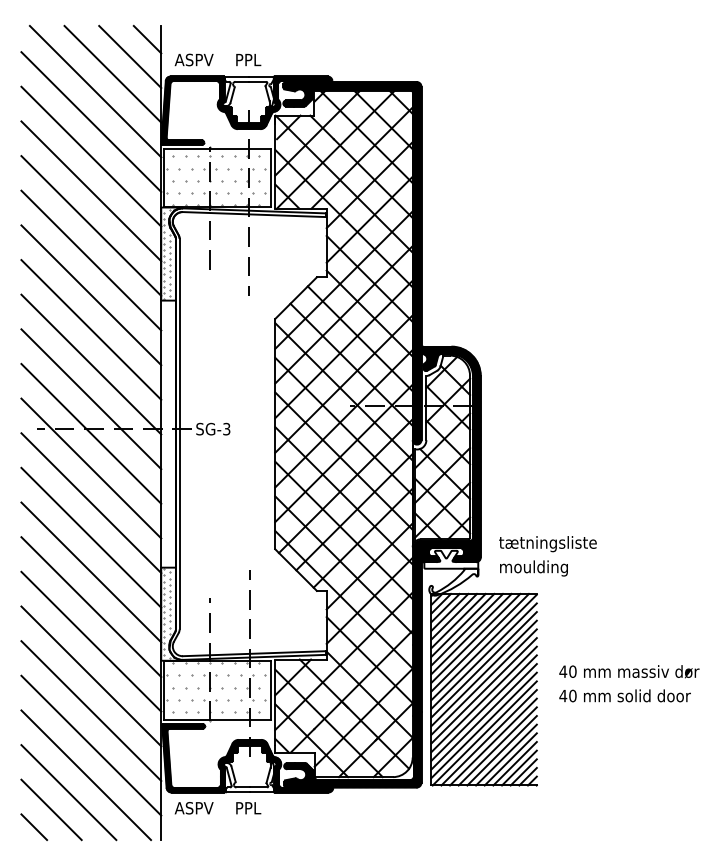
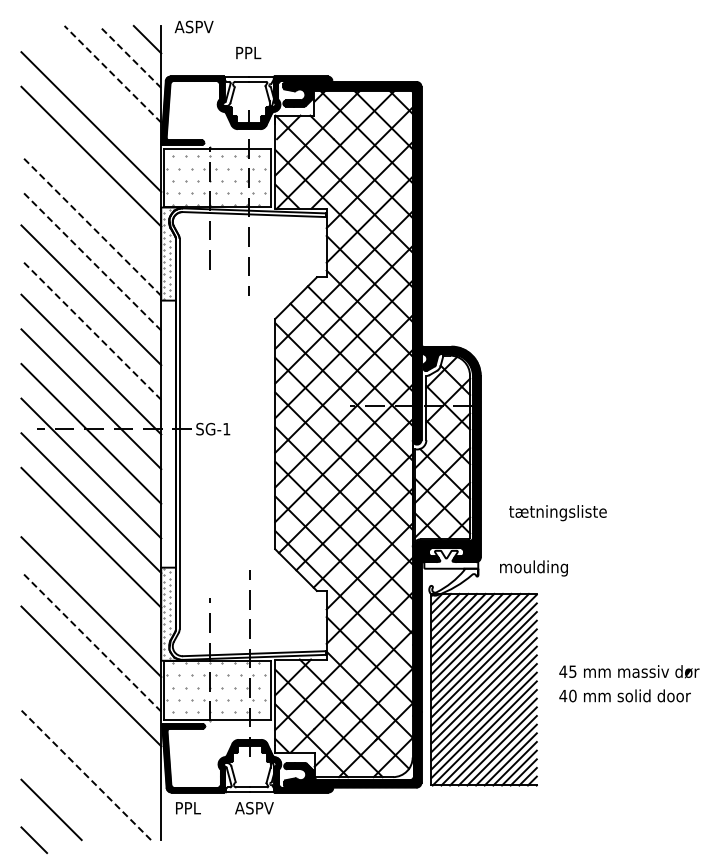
line at (130, 56): solid -> dashed
text at (193, 59) position: (193, 59) -> (193, 26)
text at (248, 60) position: (248, 60) -> (248, 53)
line at (112, 73): solid -> dashed
line at (95, 91): present -> none
line at (91, 191): present -> none
line at (91, 225): solid -> dashed
line at (91, 260): solid -> dashed
line at (91, 329): solid -> dashed
text at (226, 428): SG-3 -> SG-1
text at (547, 544) position: (547, 544) -> (557, 513)
line at (91, 572): present -> none
line at (91, 641): solid -> dashed
text at (572, 671): 40 -> 45
line at (91, 711): present -> none
line at (91, 745): present -> none
line at (86, 775): solid -> dashed
line at (68, 792): present -> none
text at (193, 808): ASPV -> PPL
text at (254, 808): PPL -> ASPV
line at (33, 826) position: (33, 826) -> (33, 839)
